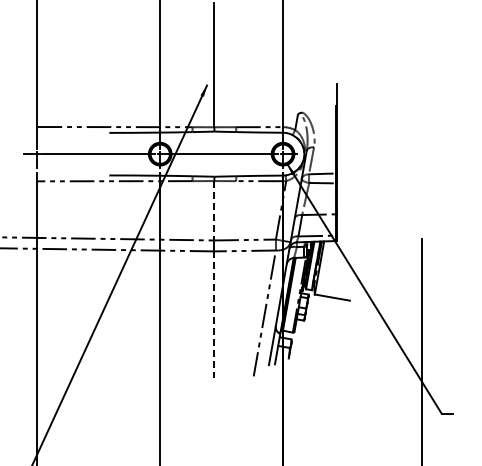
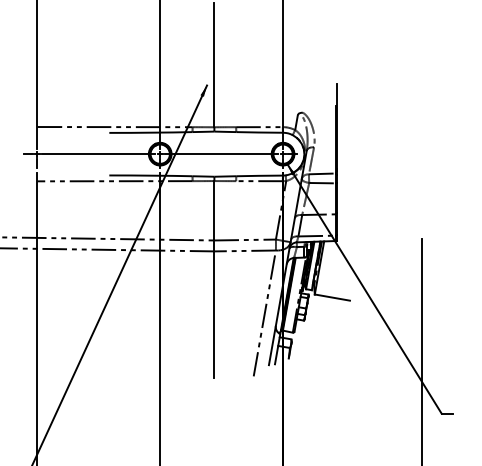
line at (214, 210): dashed -> solid
line at (214, 315): dashed -> solid
